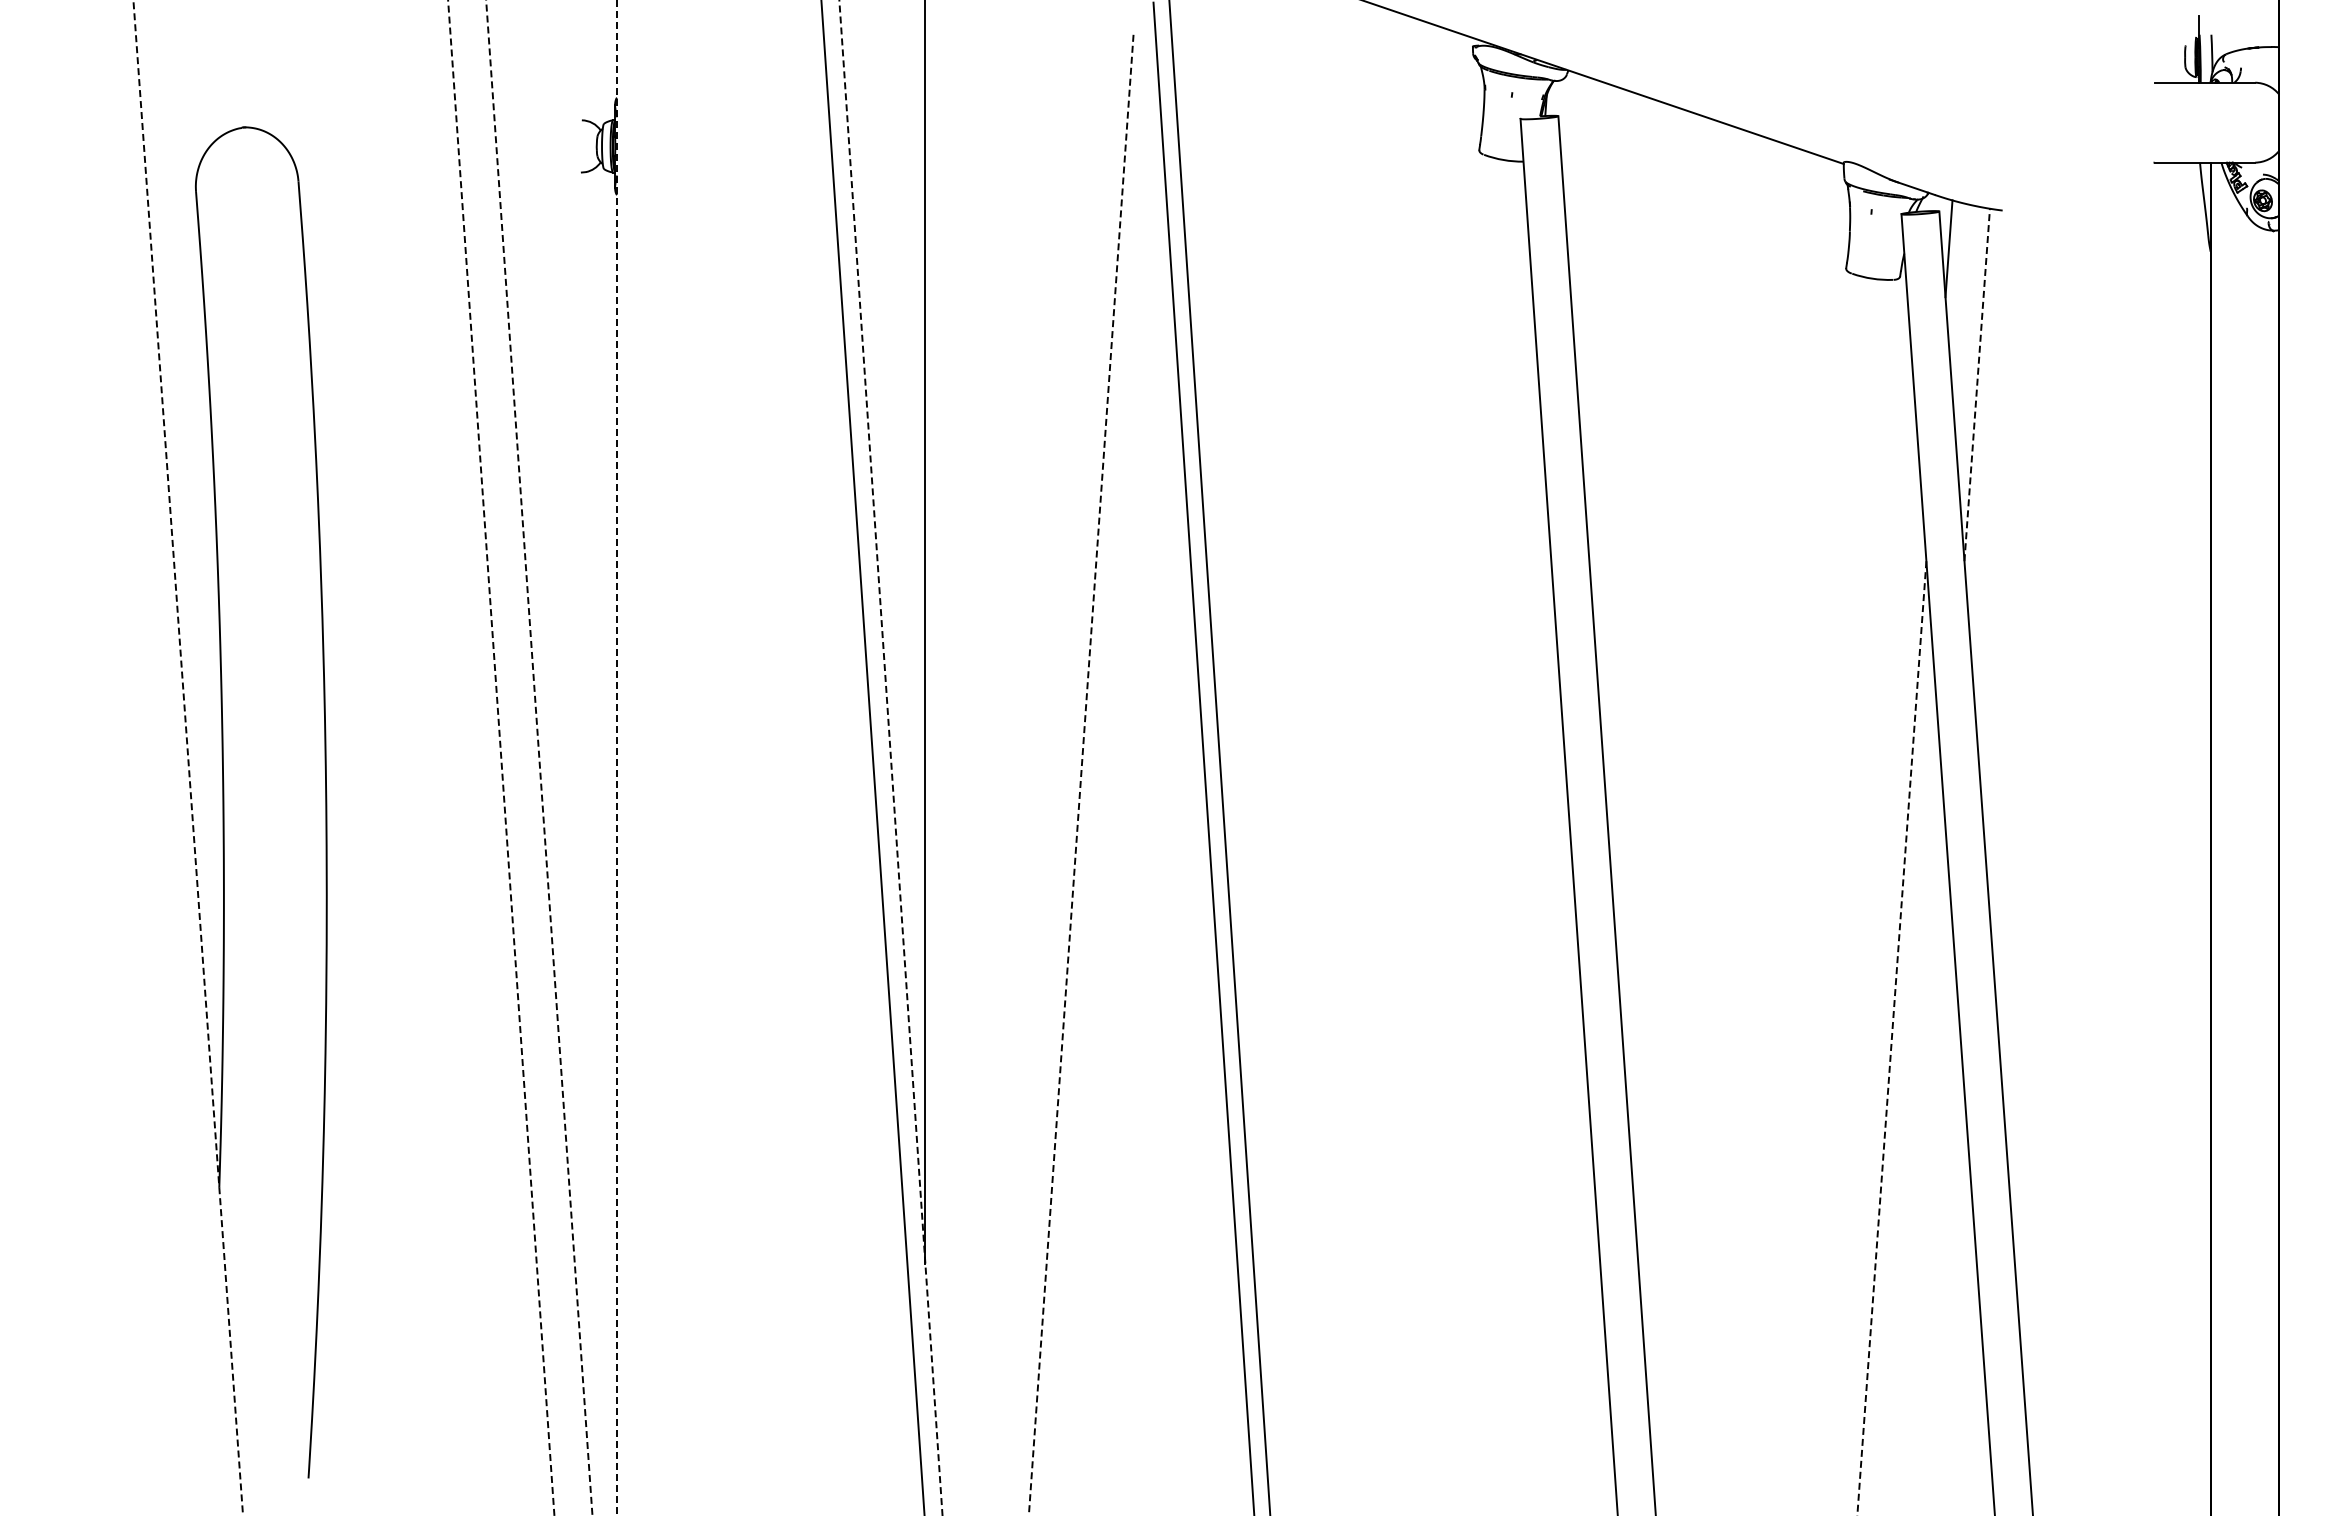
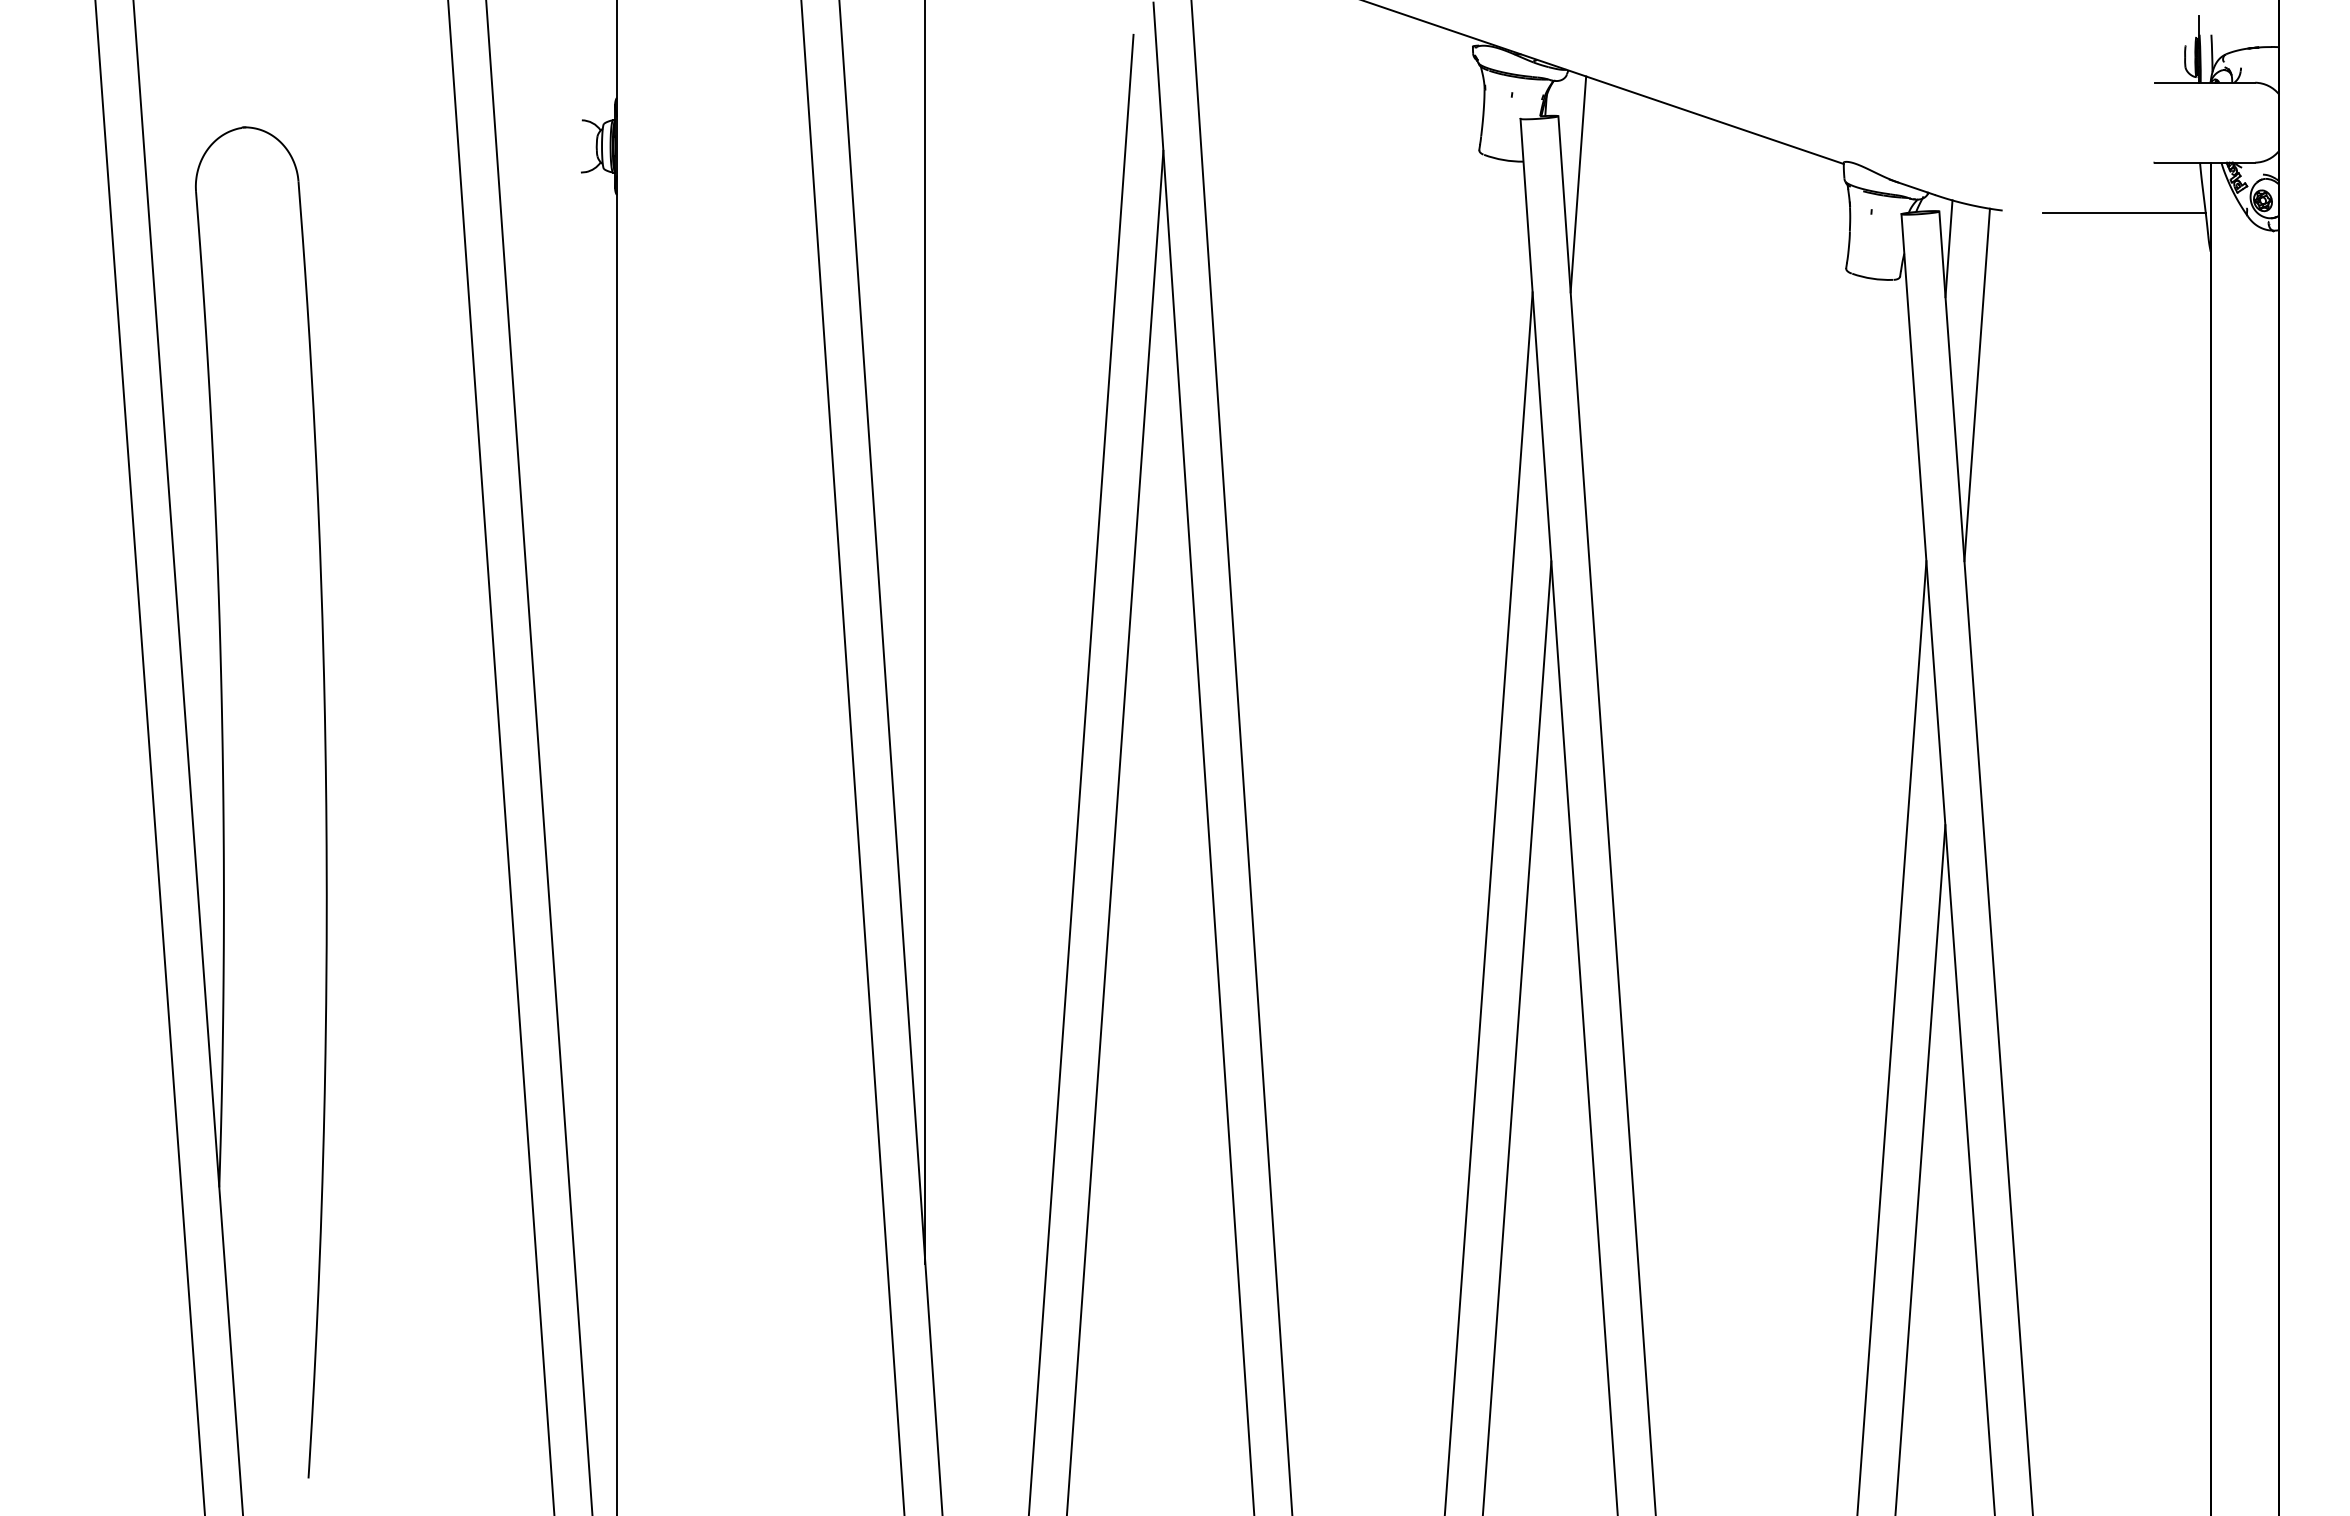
line at (1578, 184): none -> present
line at (2124, 213): none -> present
line at (1977, 384): dashed -> solid
line at (149, 757): none -> present
line at (188, 757): dashed -> solid
line at (539, 757): dashed -> solid
line at (617, 757): dashed -> solid
line at (872, 757) position: (872, 757) -> (852, 757)
line at (890, 757): dashed -> solid
line at (1219, 757) position: (1219, 757) -> (1241, 757)
line at (501, 758): dashed -> solid
line at (1081, 775): dashed -> solid
line at (1115, 831): none -> present
line at (1488, 902): none -> present
line at (1517, 1036): none -> present
line at (1891, 1038): dashed -> solid
line at (1920, 1168): none -> present
